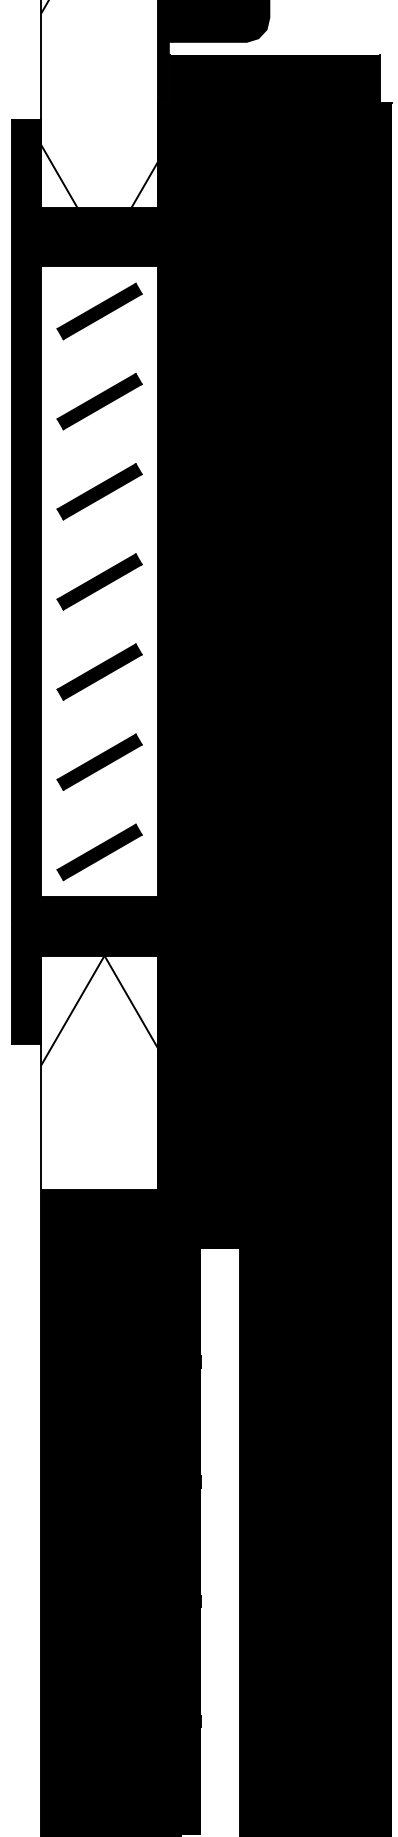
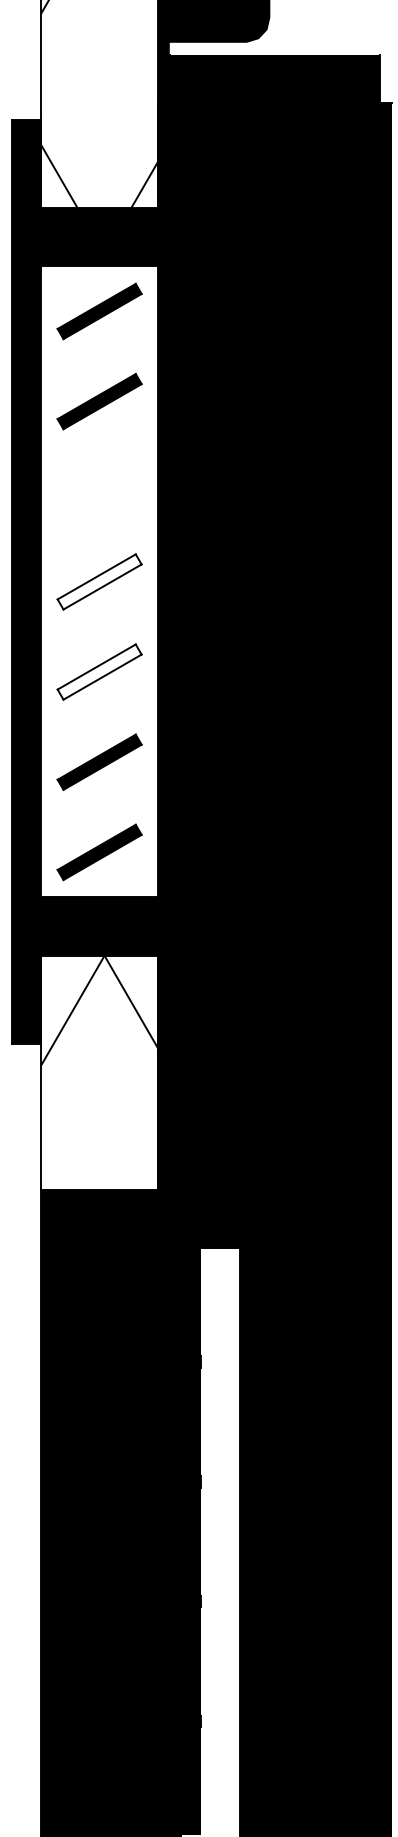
part at (99, 491): present -> none
fill at (99, 581): present -> none
fill at (99, 671): present -> none
